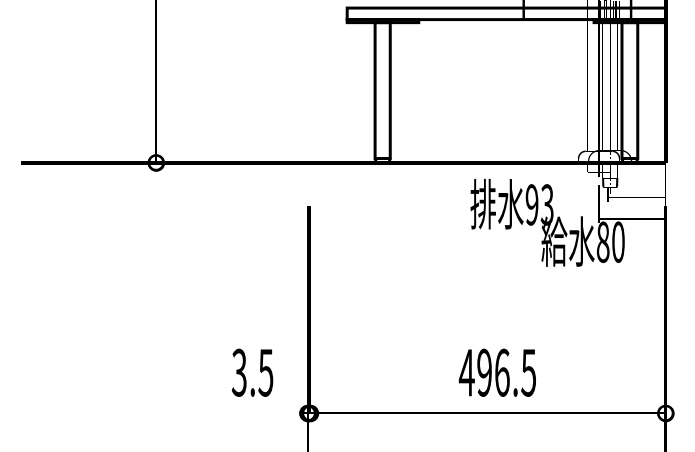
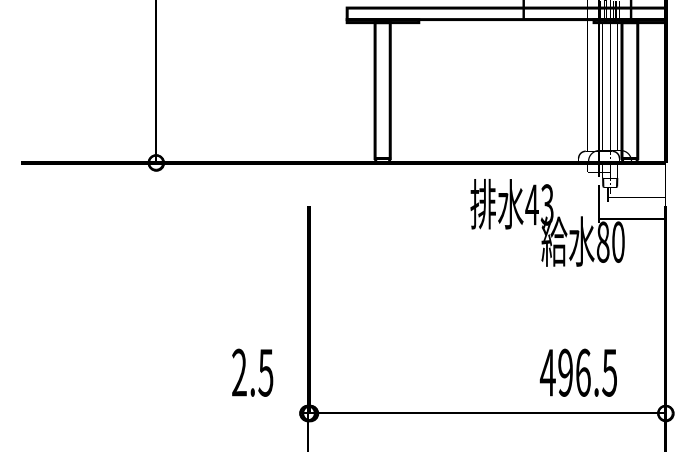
text at (531, 204): 93 -> 43
text at (238, 372): 3.5 -> 2.5
text at (496, 372) position: (496, 372) -> (577, 372)
